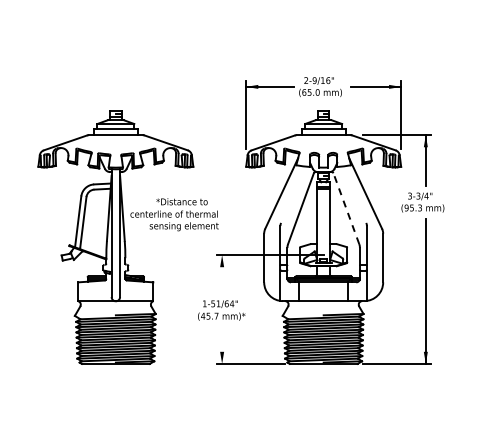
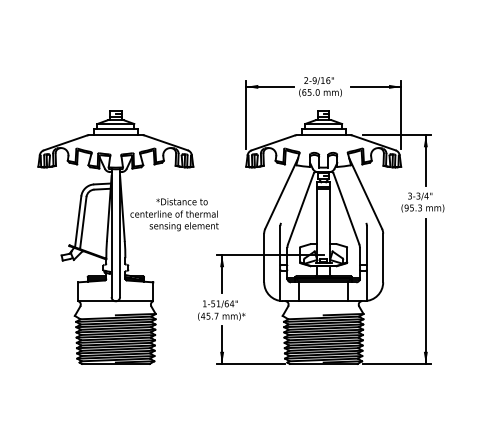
line at (346, 208): dashed -> solid
line at (222, 274): none -> present
line at (222, 344): none -> present
